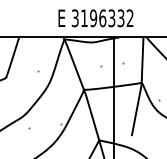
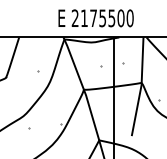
text at (102, 18): 3196332 -> 2175500
